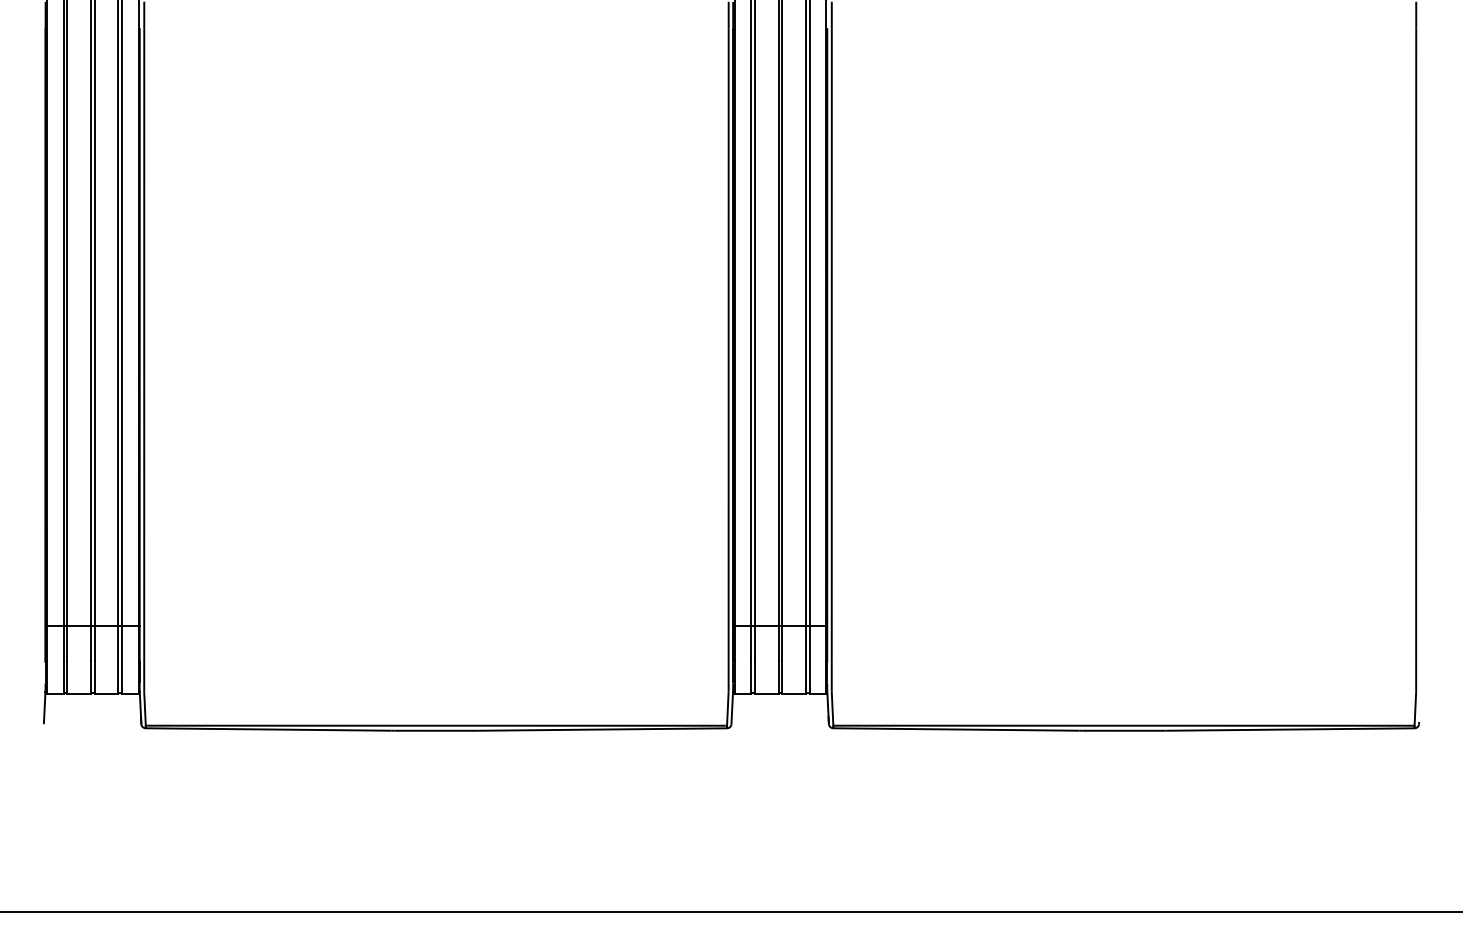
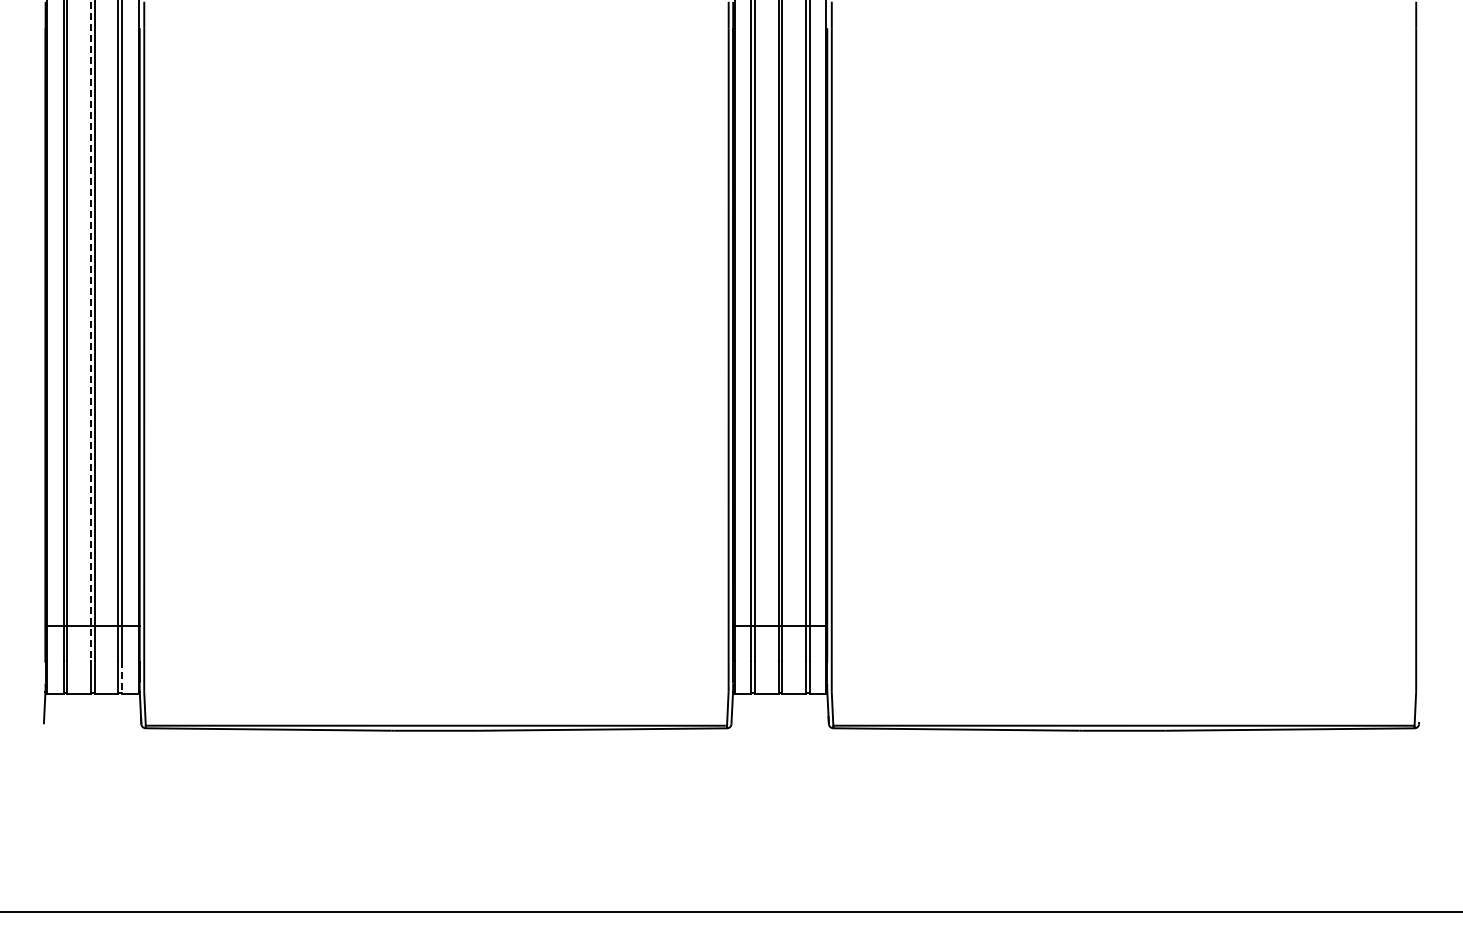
line at (90, 331): solid -> dashed
line at (122, 677): solid -> dashed
